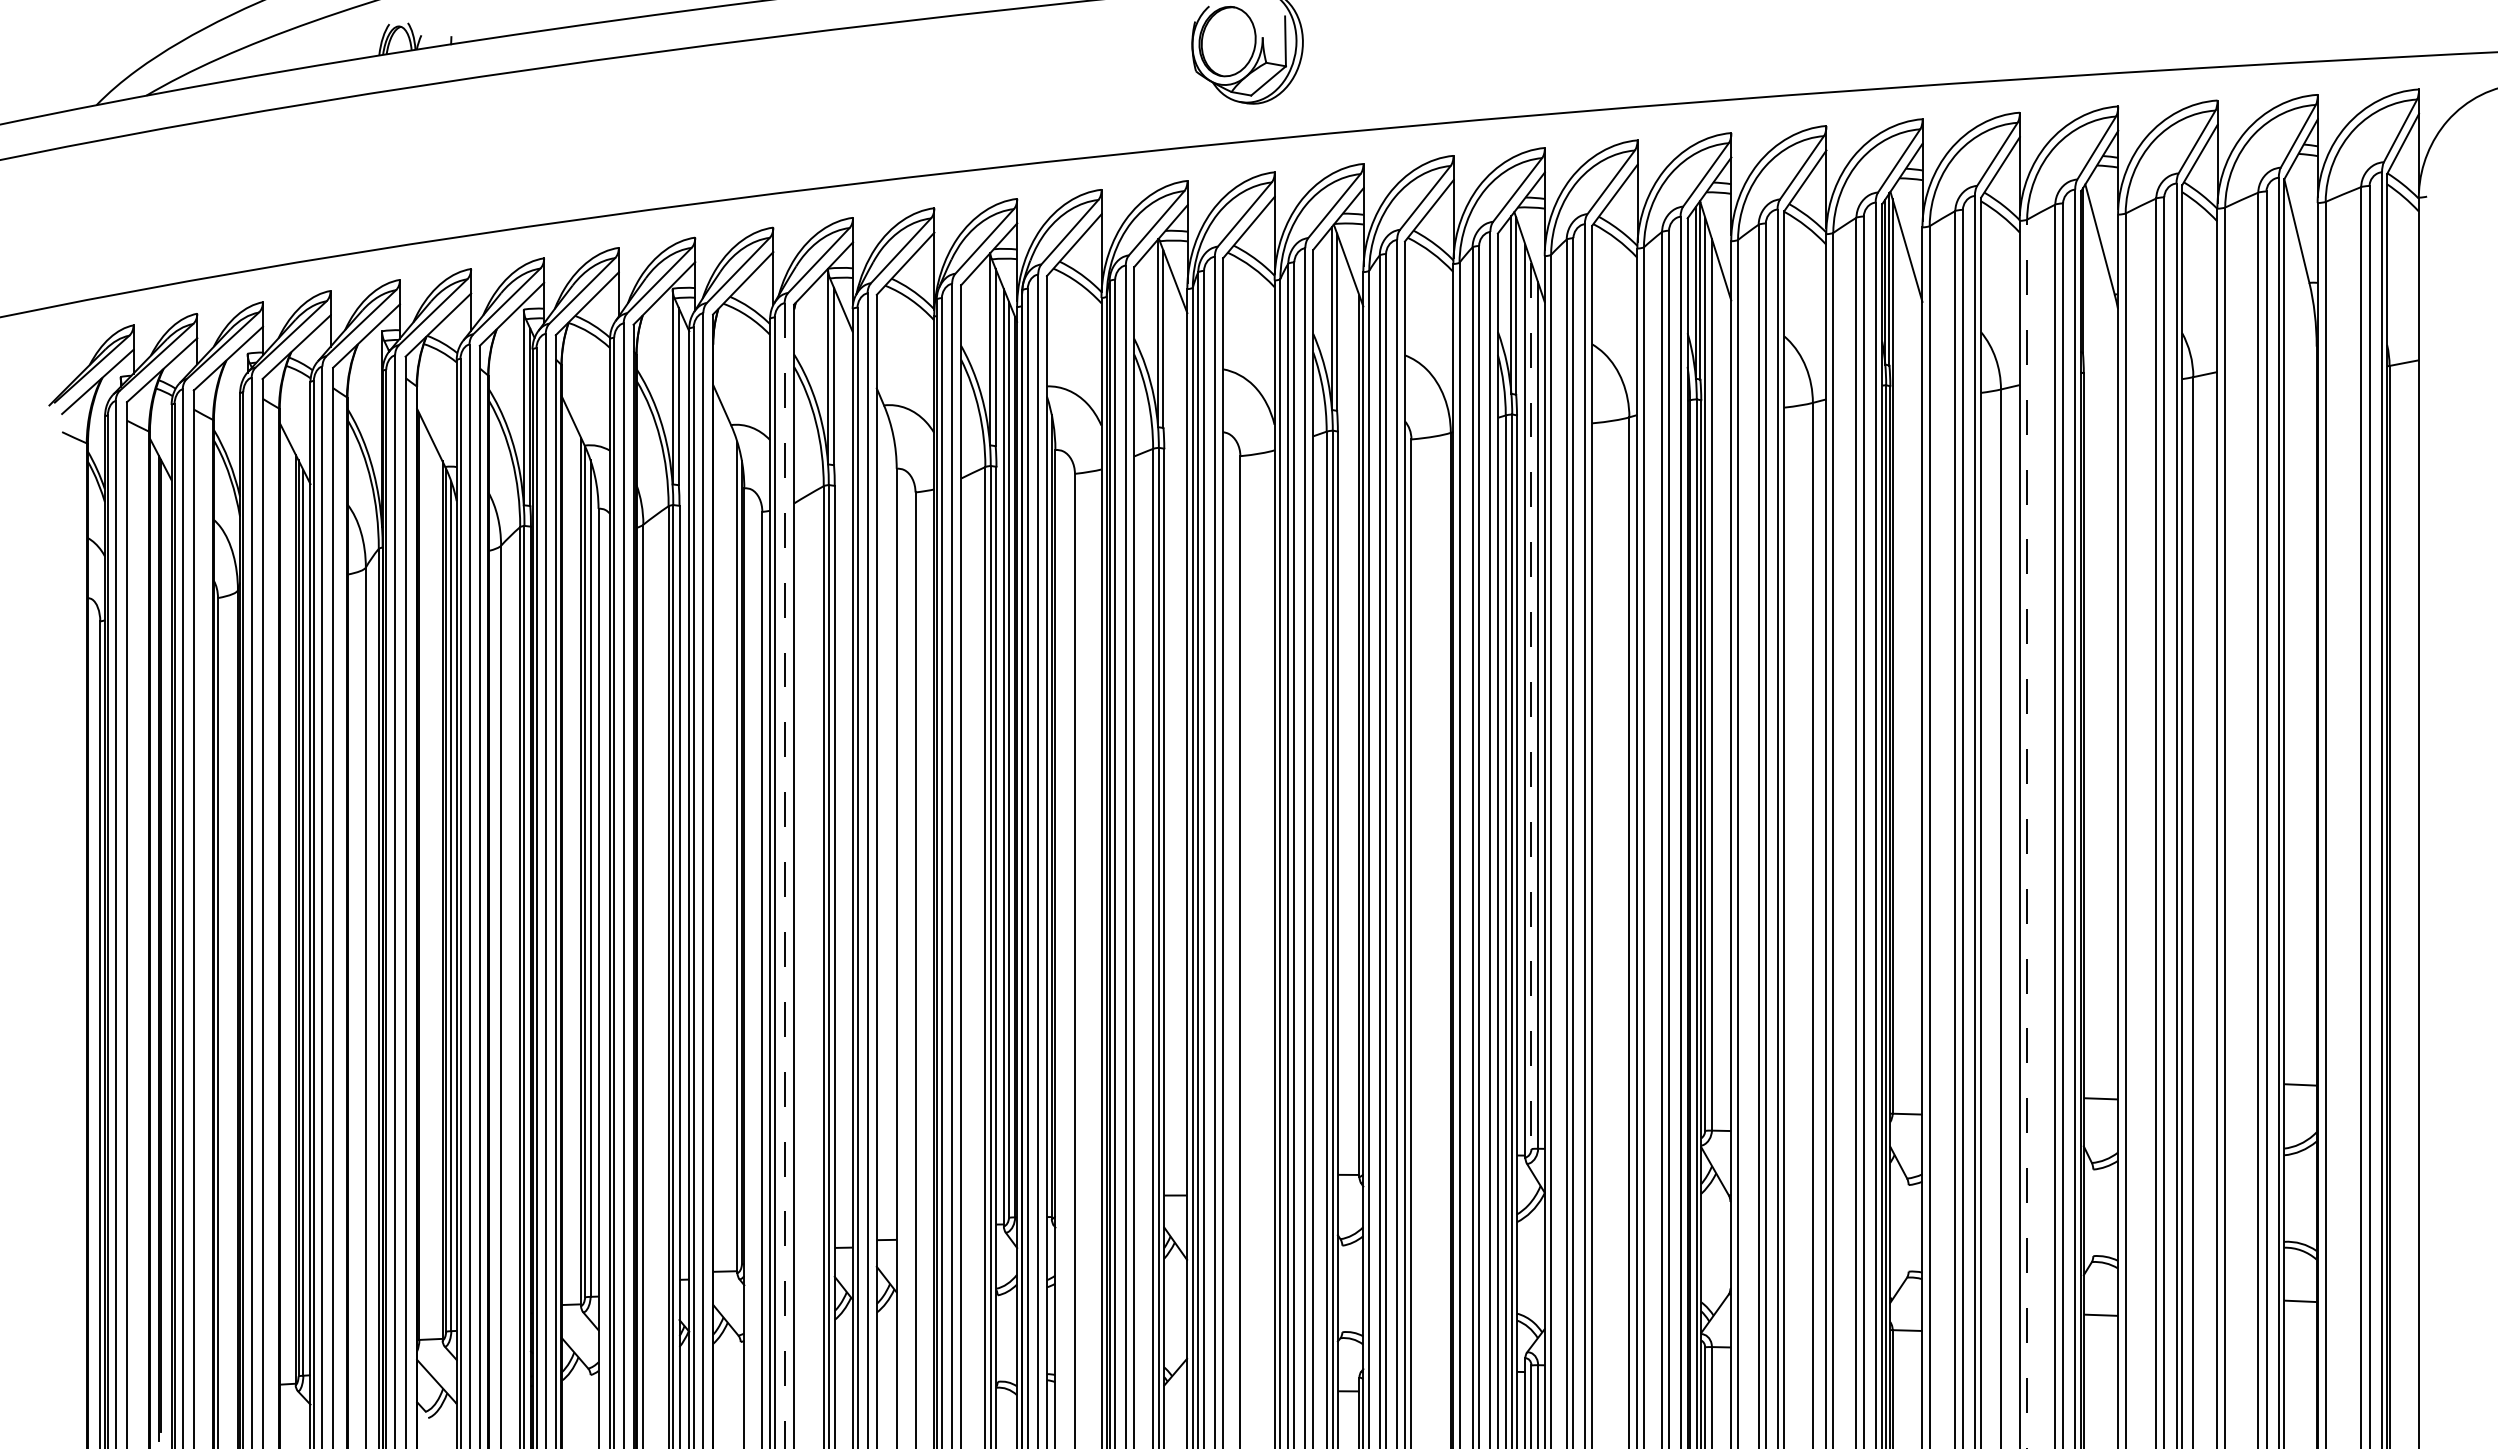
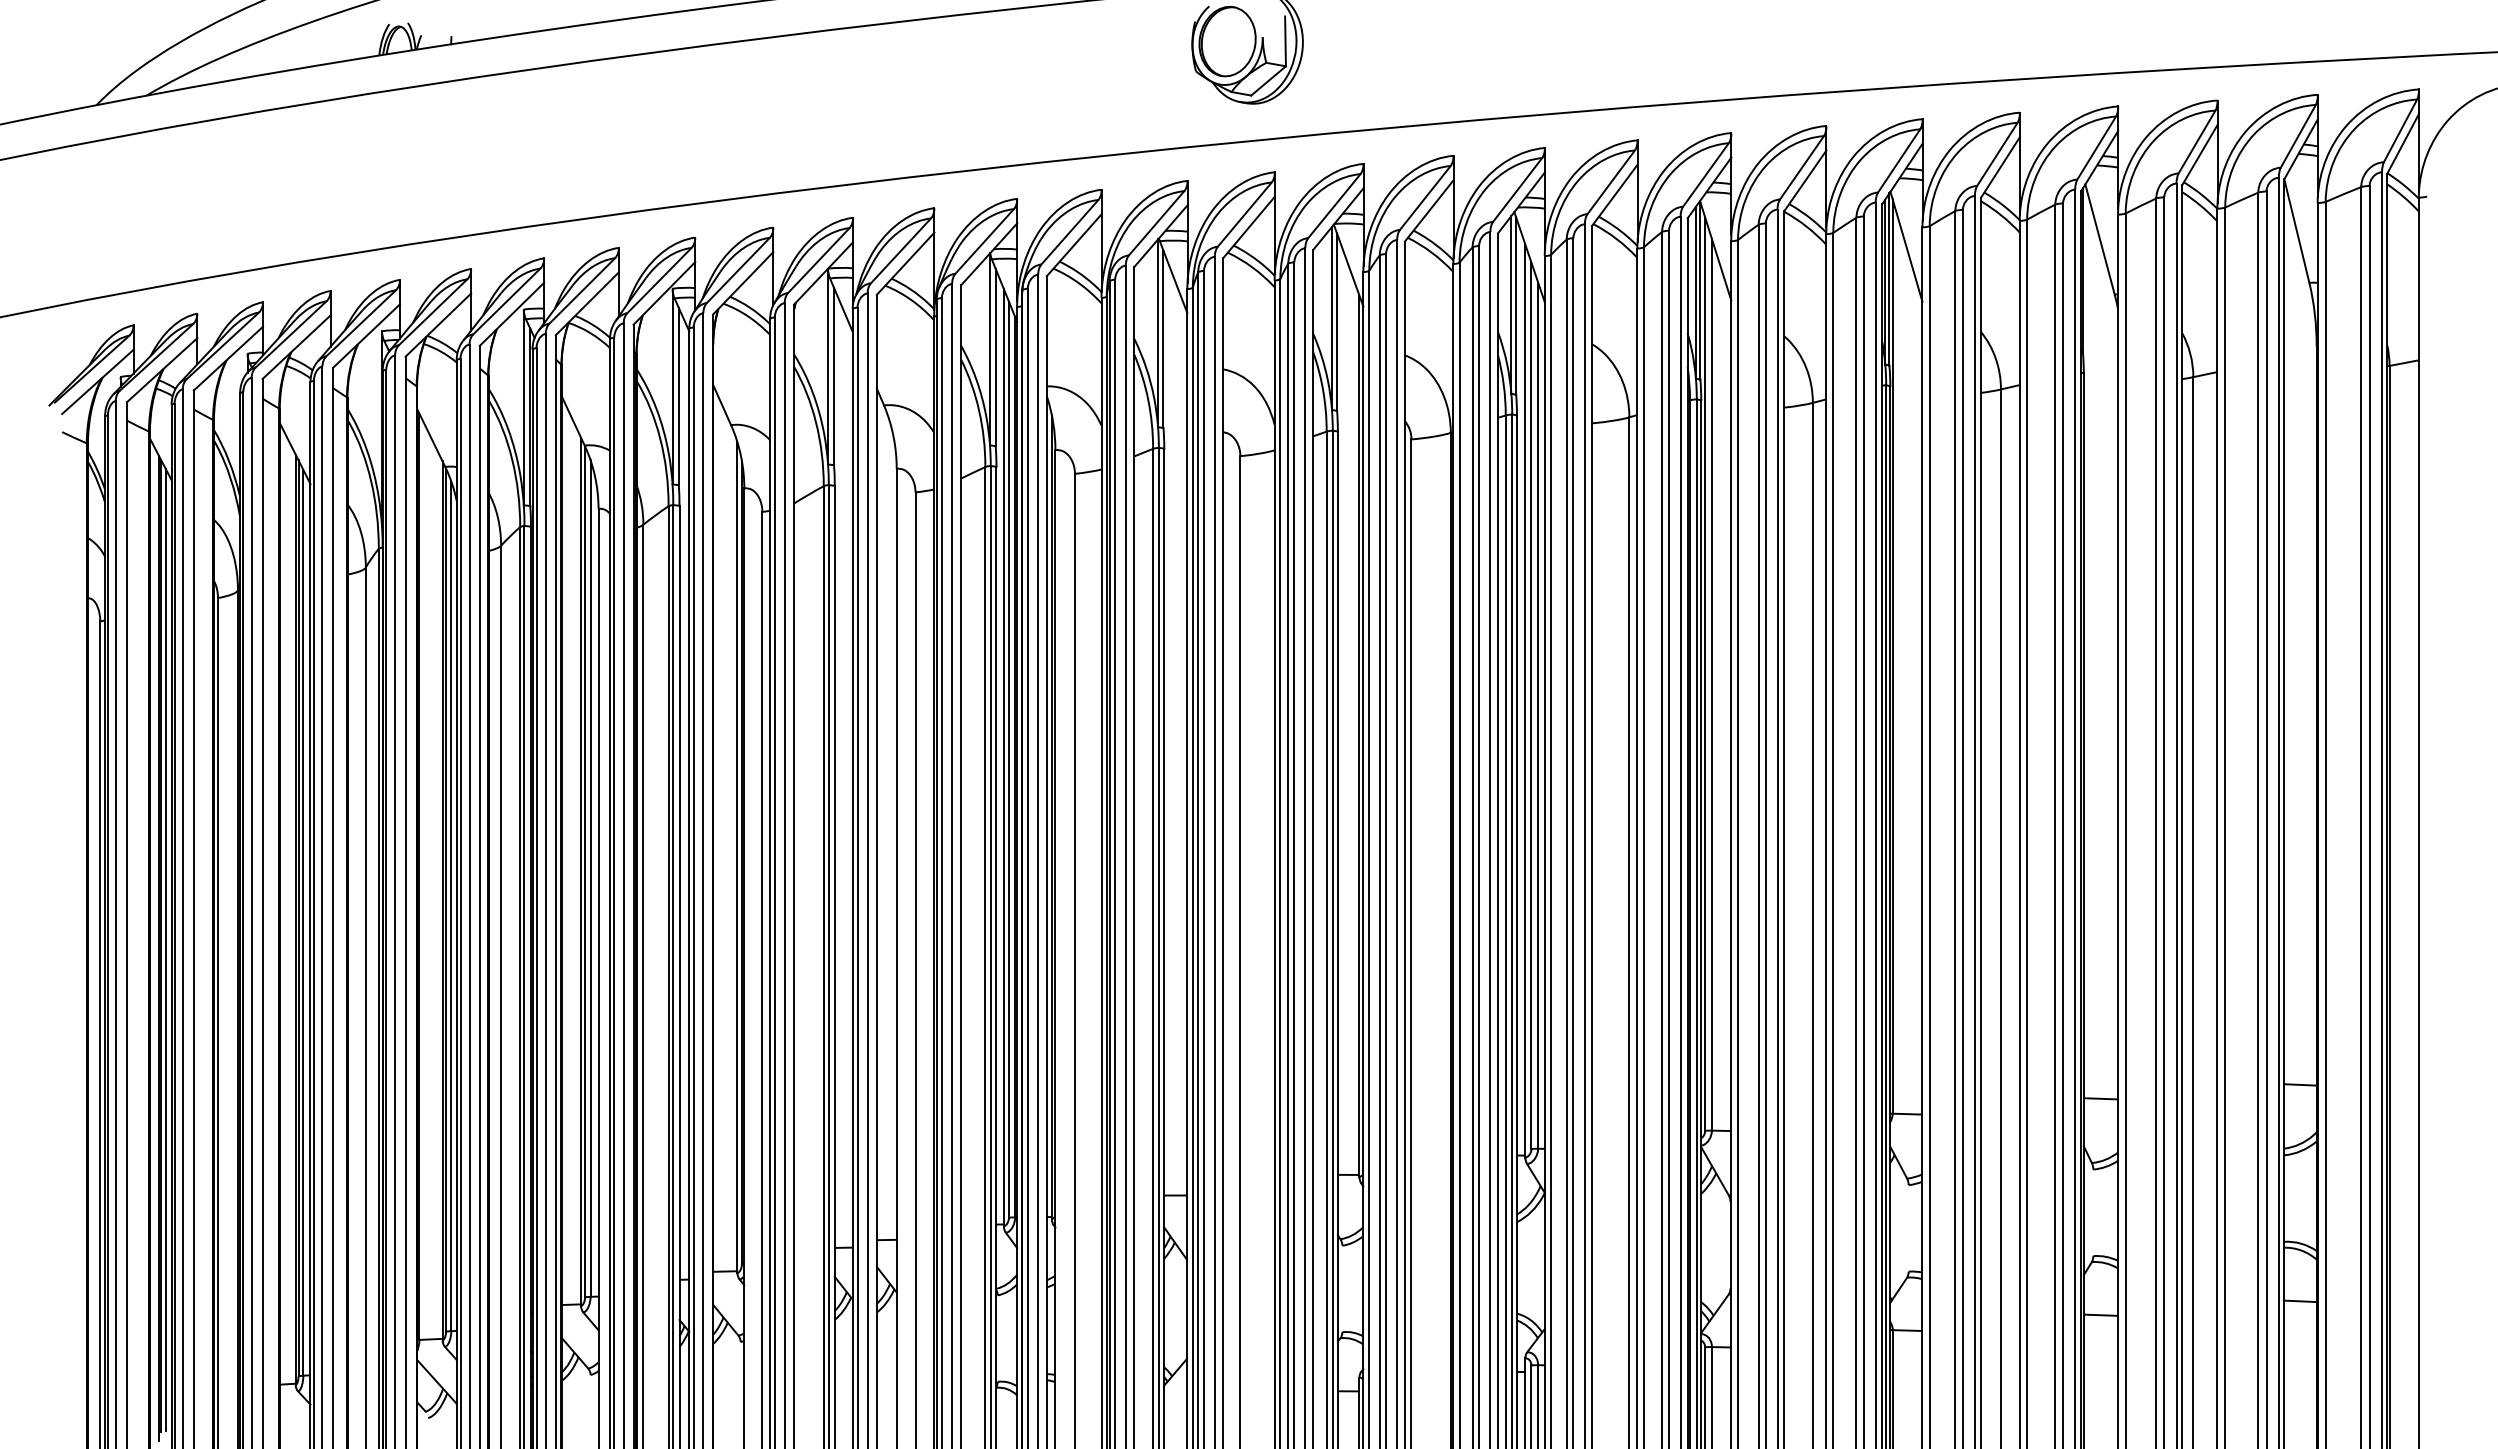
line at (1531, 706): dashed -> solid
line at (2027, 833): dashed -> solid
line at (784, 876): dashed -> solid
line at (165, 949): none -> present
